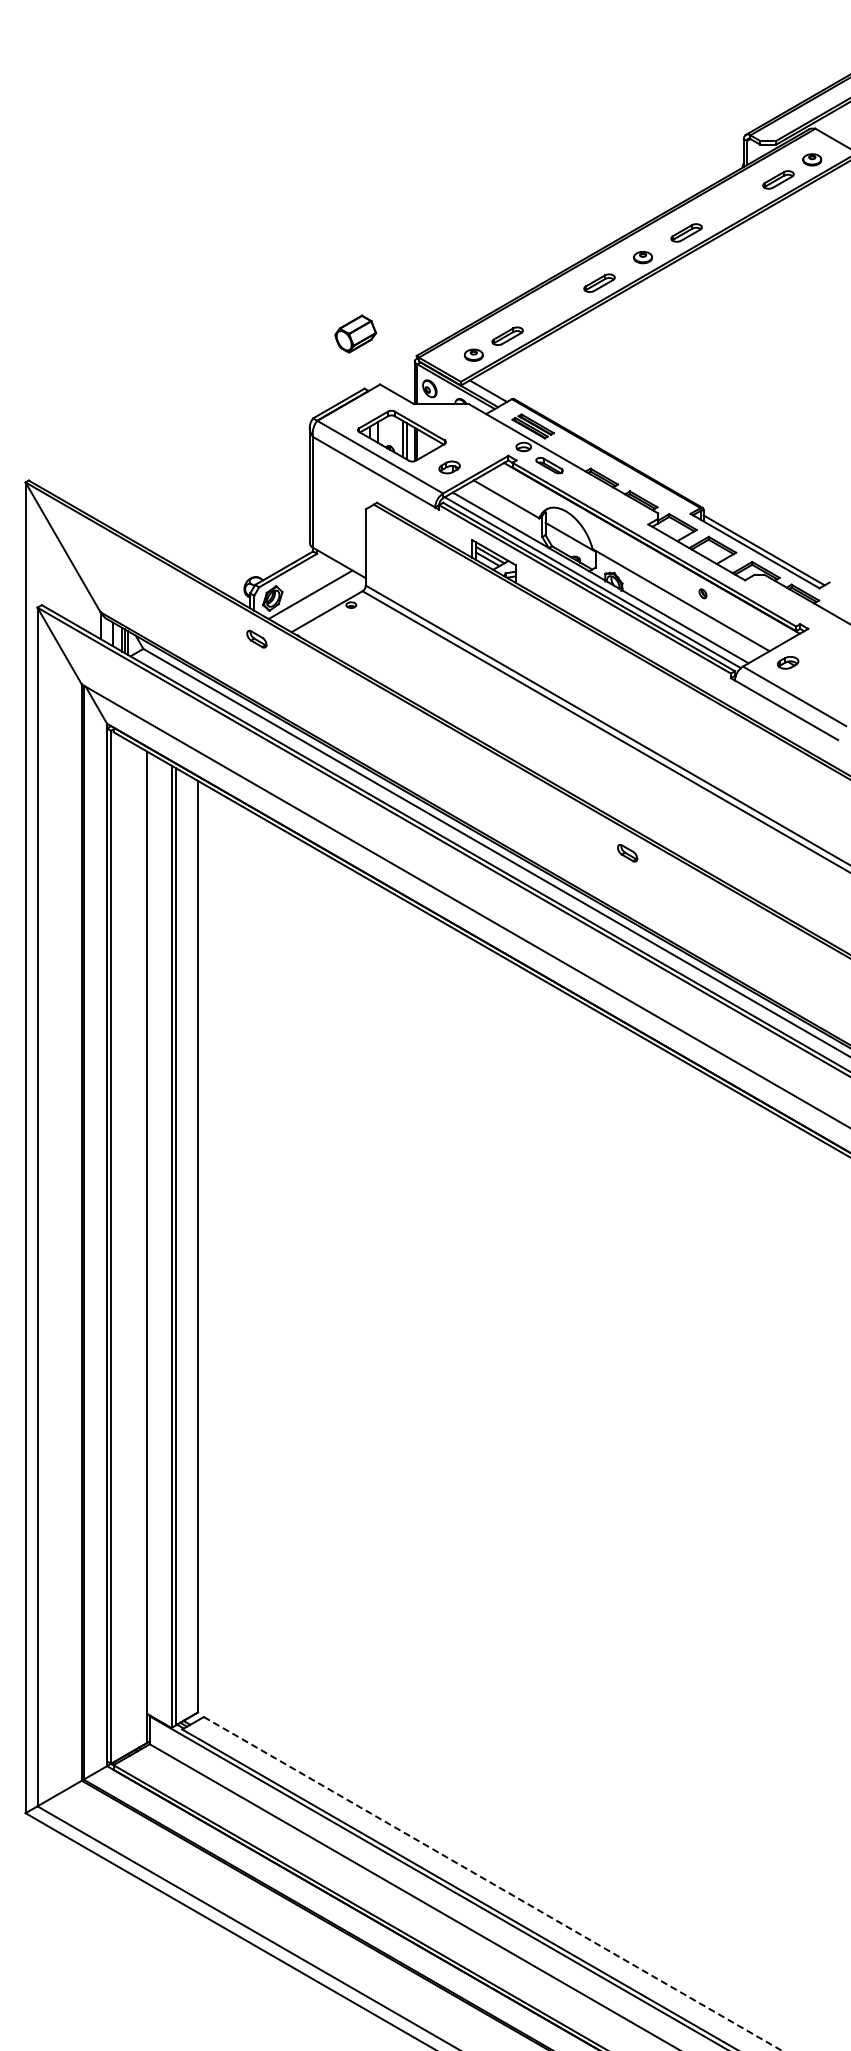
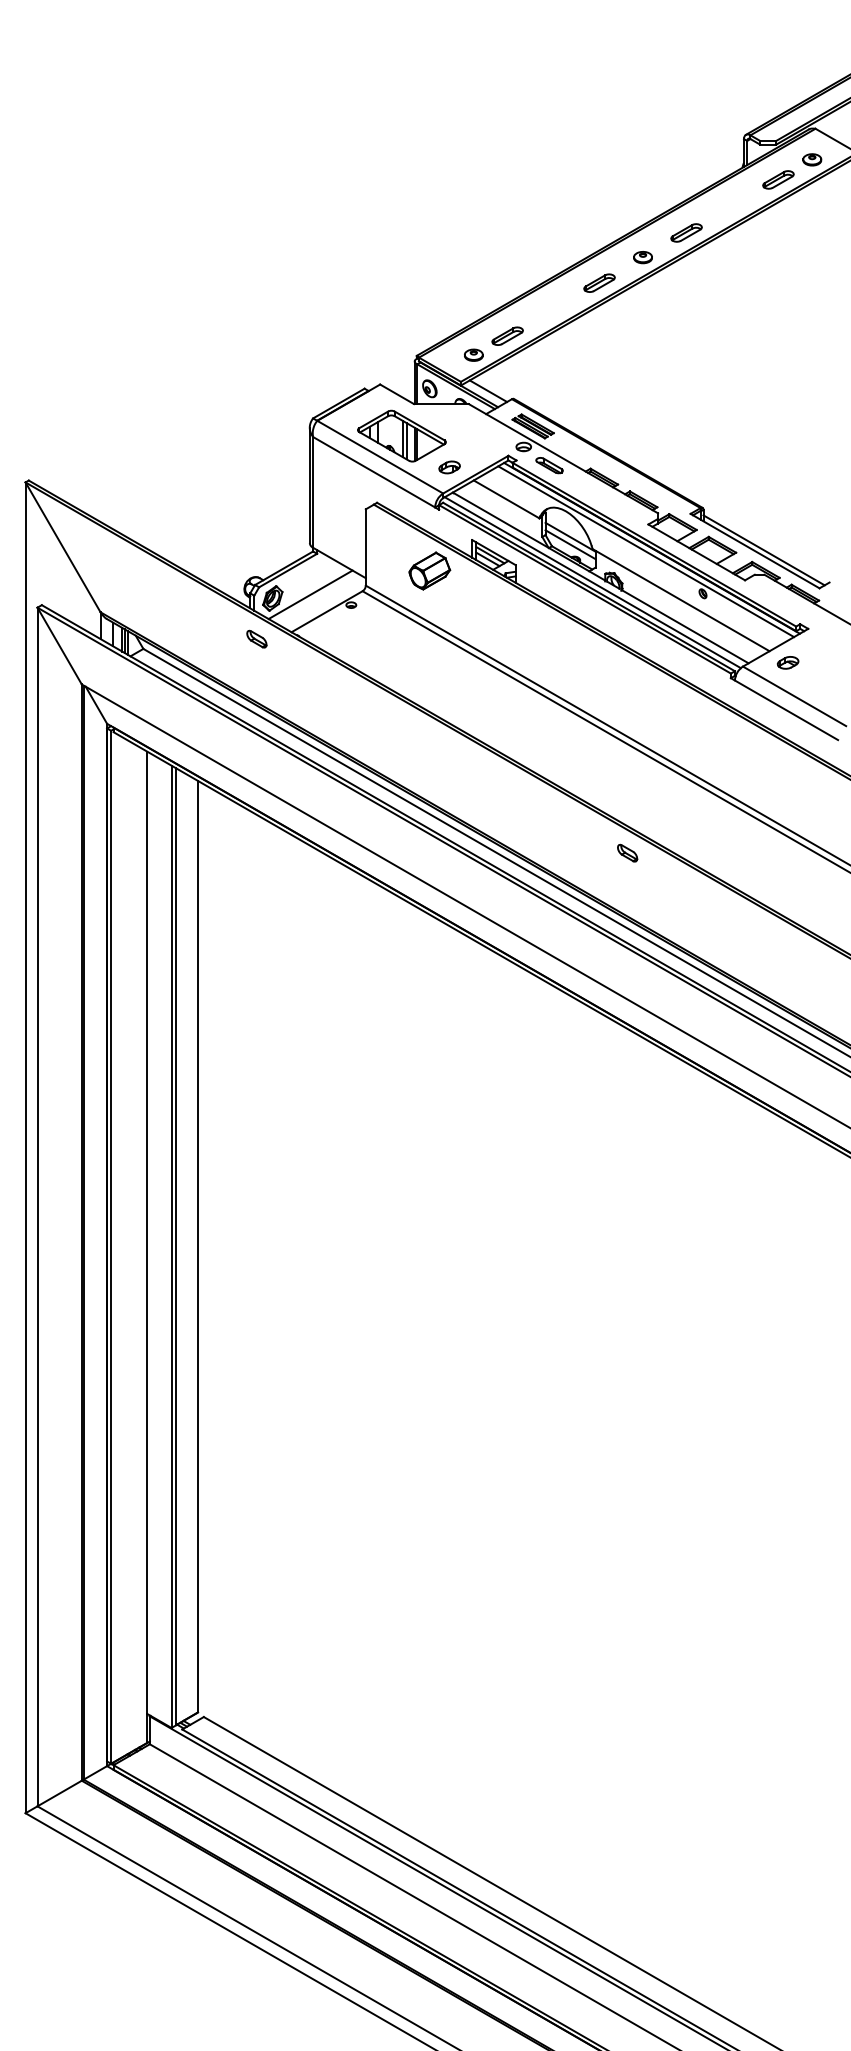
part at (355, 333) position: (355, 333) -> (429, 570)
line at (570, 544): none -> present
line at (646, 551): none -> present
line at (493, 1884): dashed -> solid
